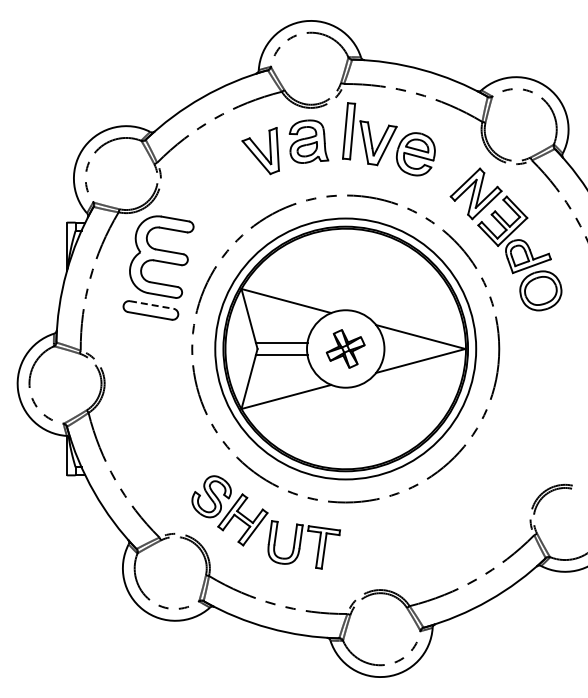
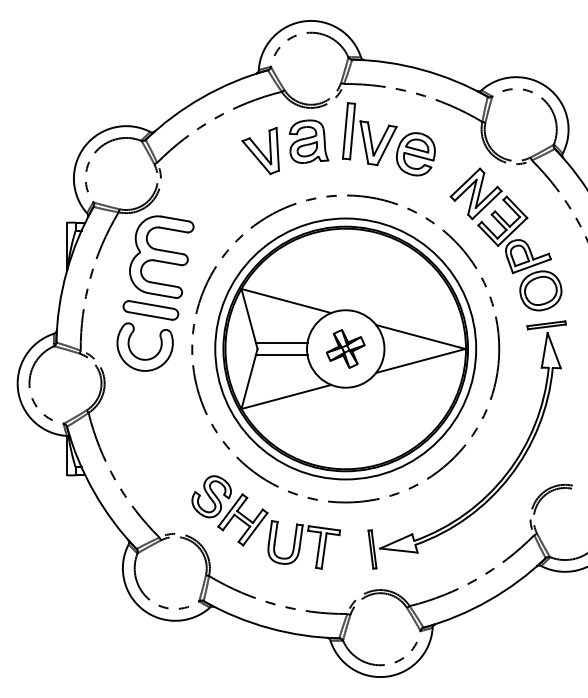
line at (152, 305): dashed -> solid
part at (144, 358): none -> present
part at (505, 473): none -> present
